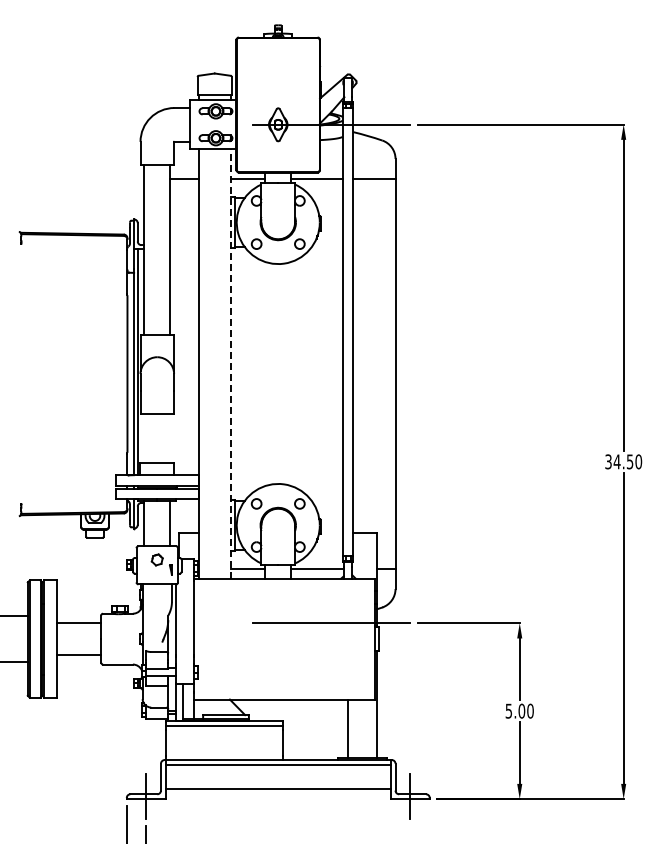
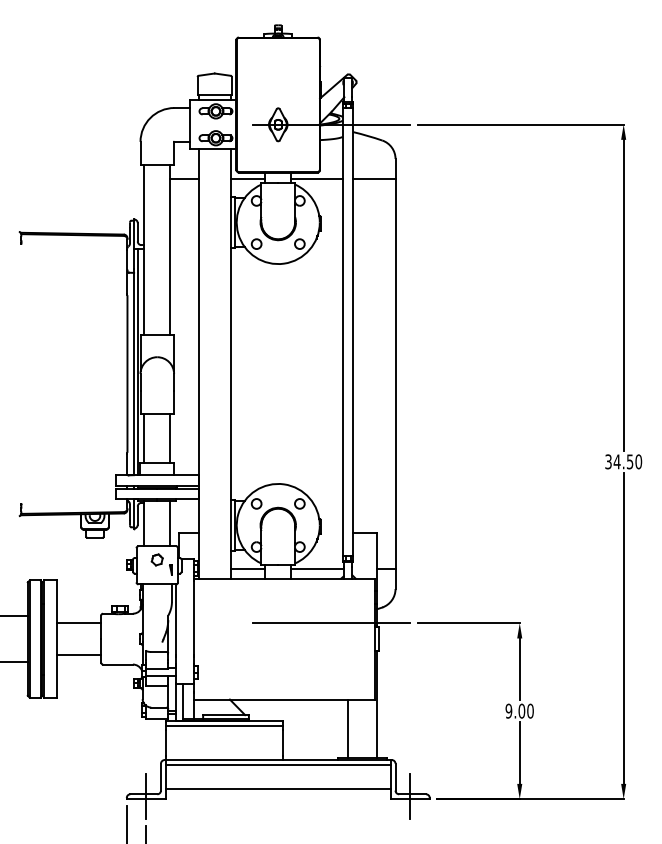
line at (230, 363): dashed -> solid
line at (144, 437): none -> present
line at (170, 437): none -> present
text at (508, 710): 5.00 -> 9.00
